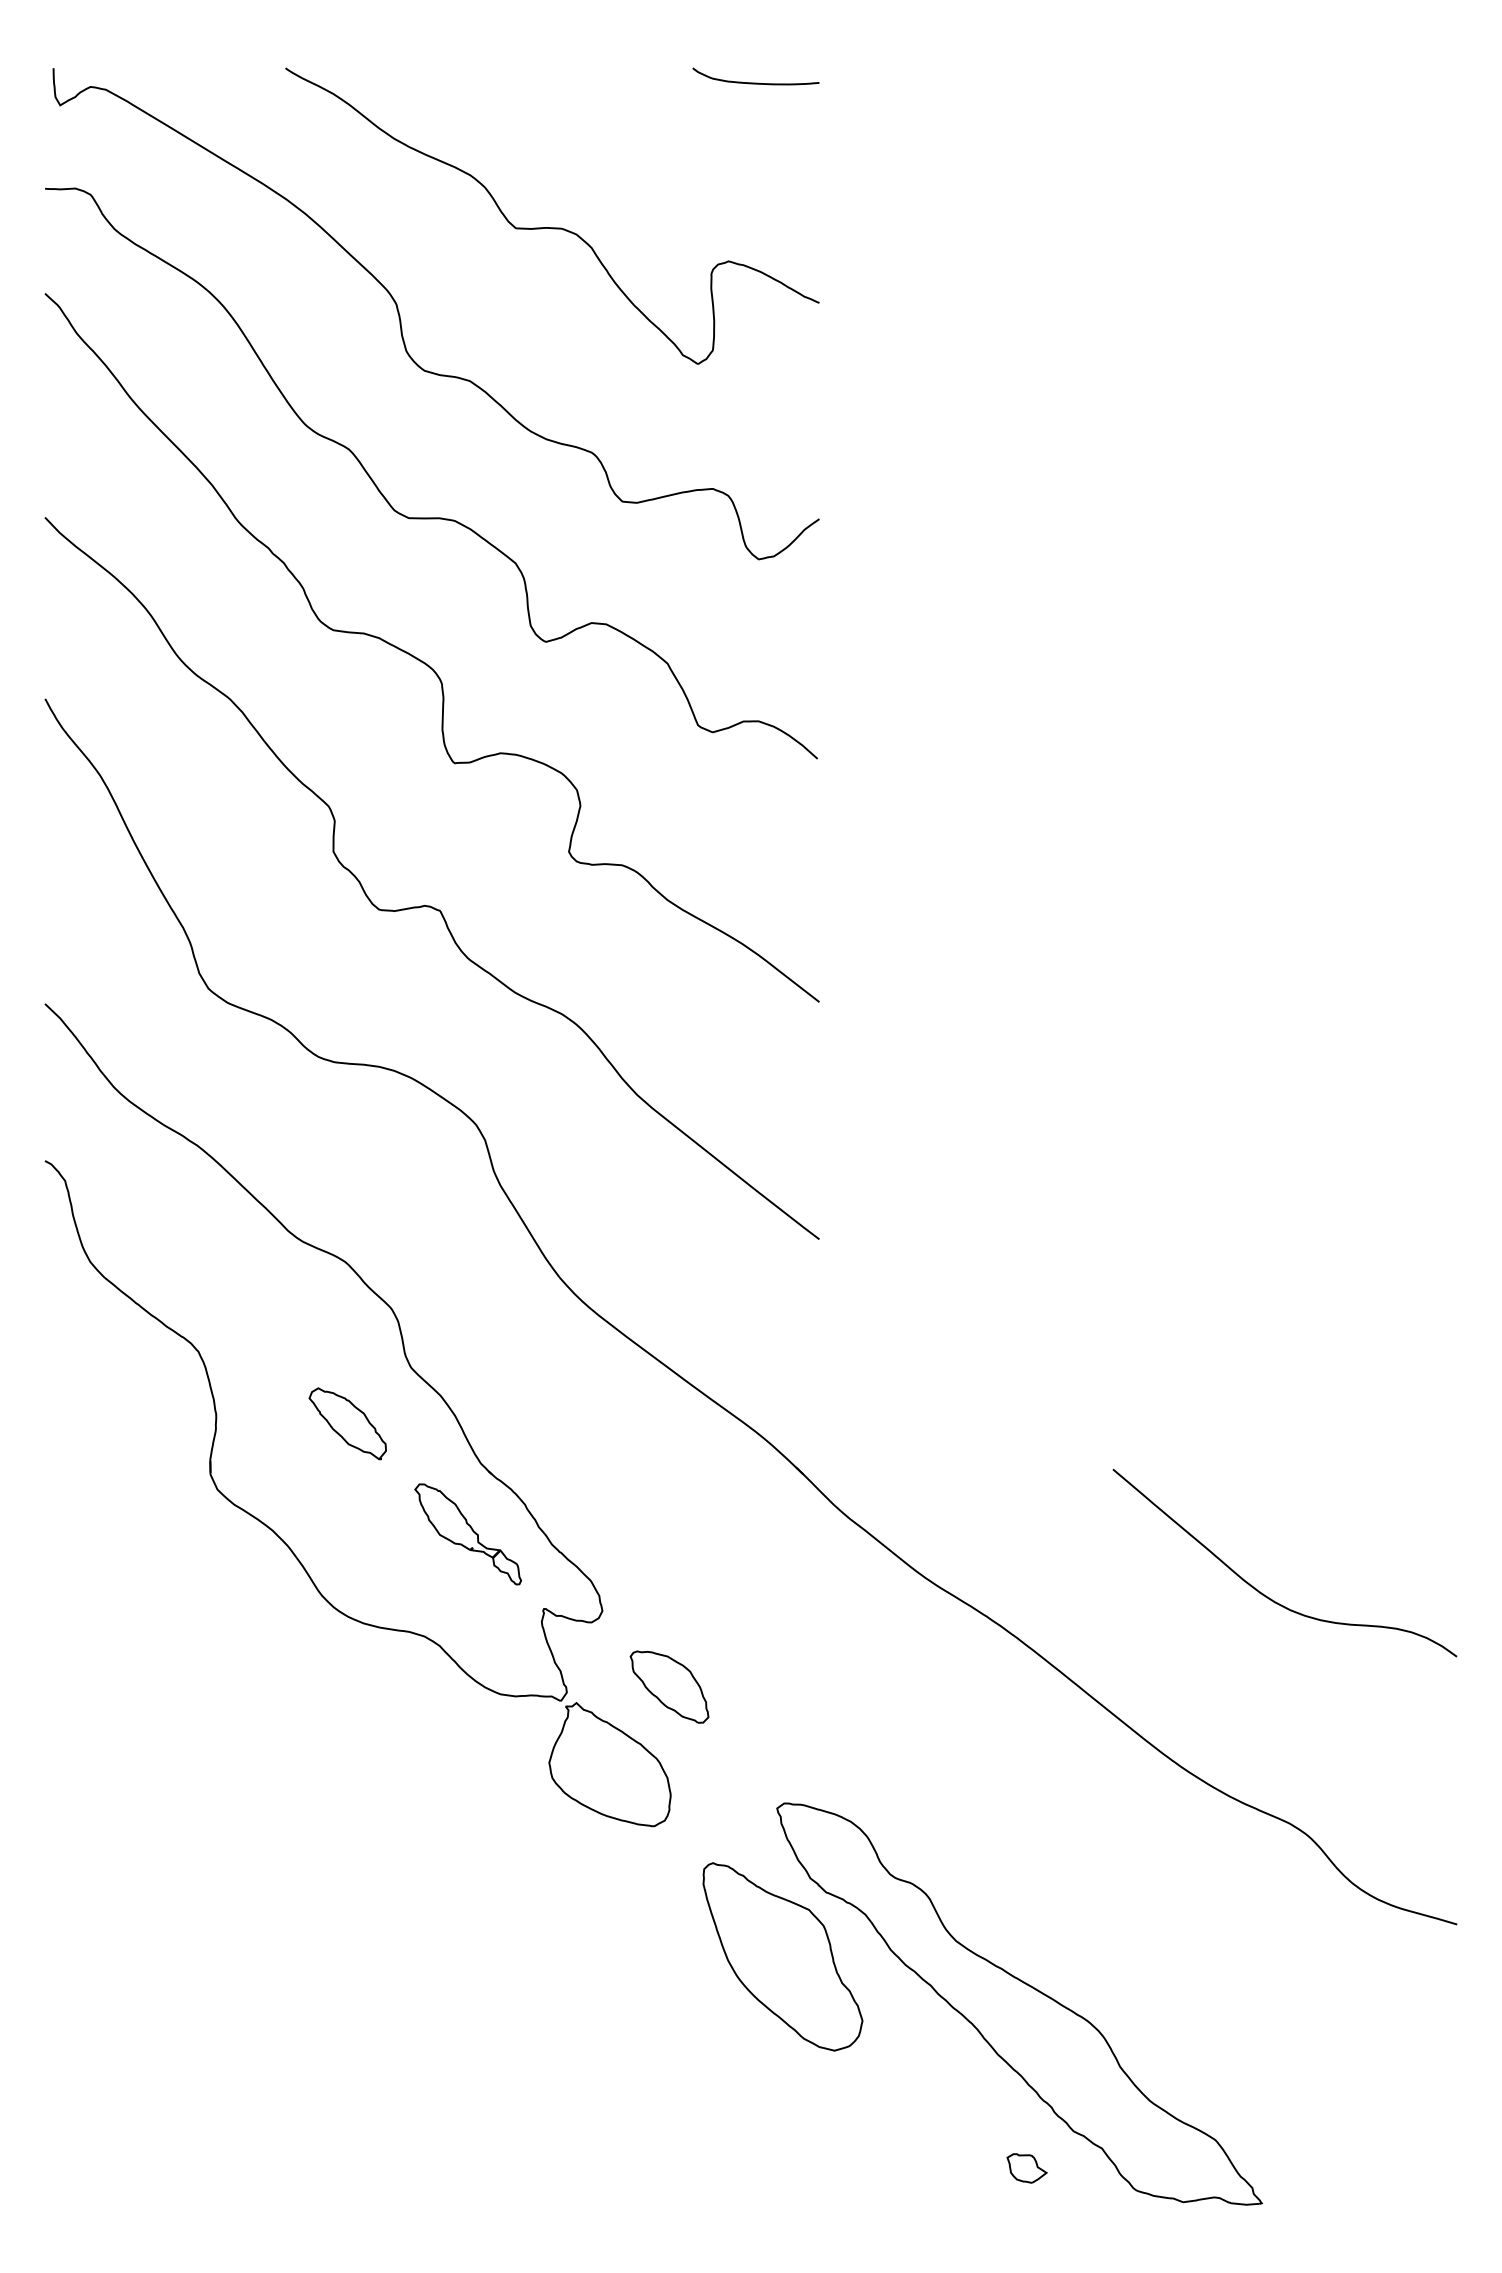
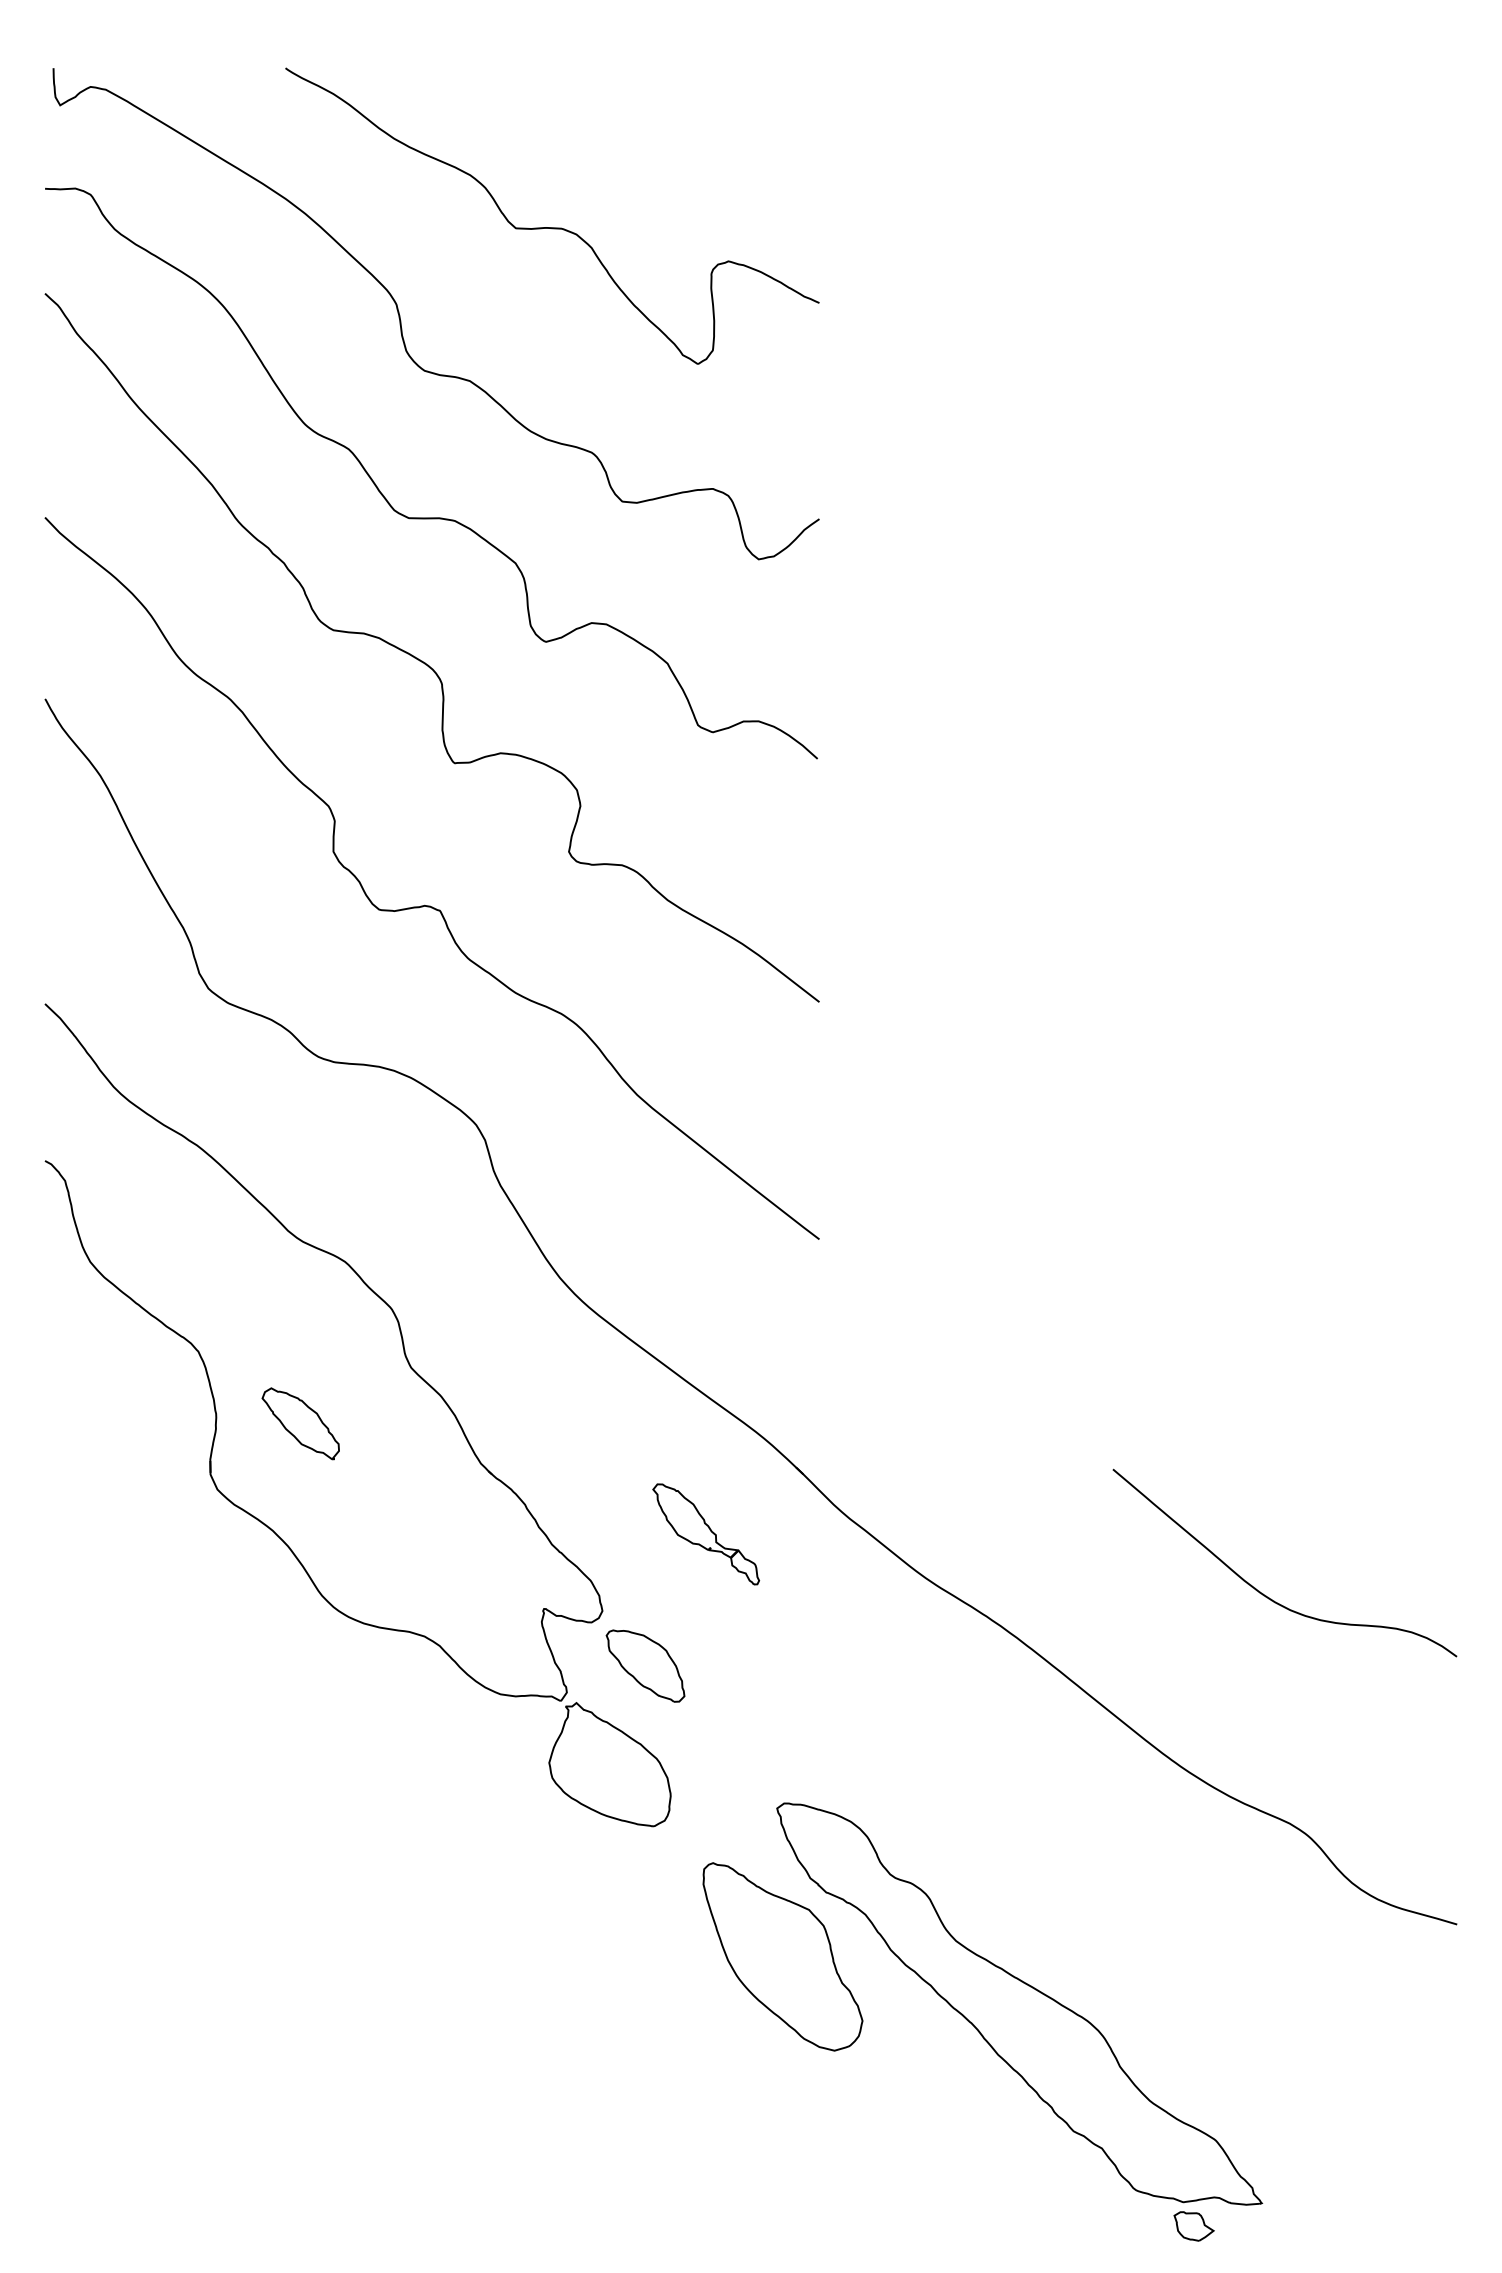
curve at (755, 82): present -> none
part at (347, 1423) position: (347, 1423) -> (300, 1423)
part at (468, 1534) position: (468, 1534) -> (706, 1534)
part at (669, 1686) position: (669, 1686) -> (645, 1665)
part at (1026, 2168) position: (1026, 2168) -> (1193, 2226)
